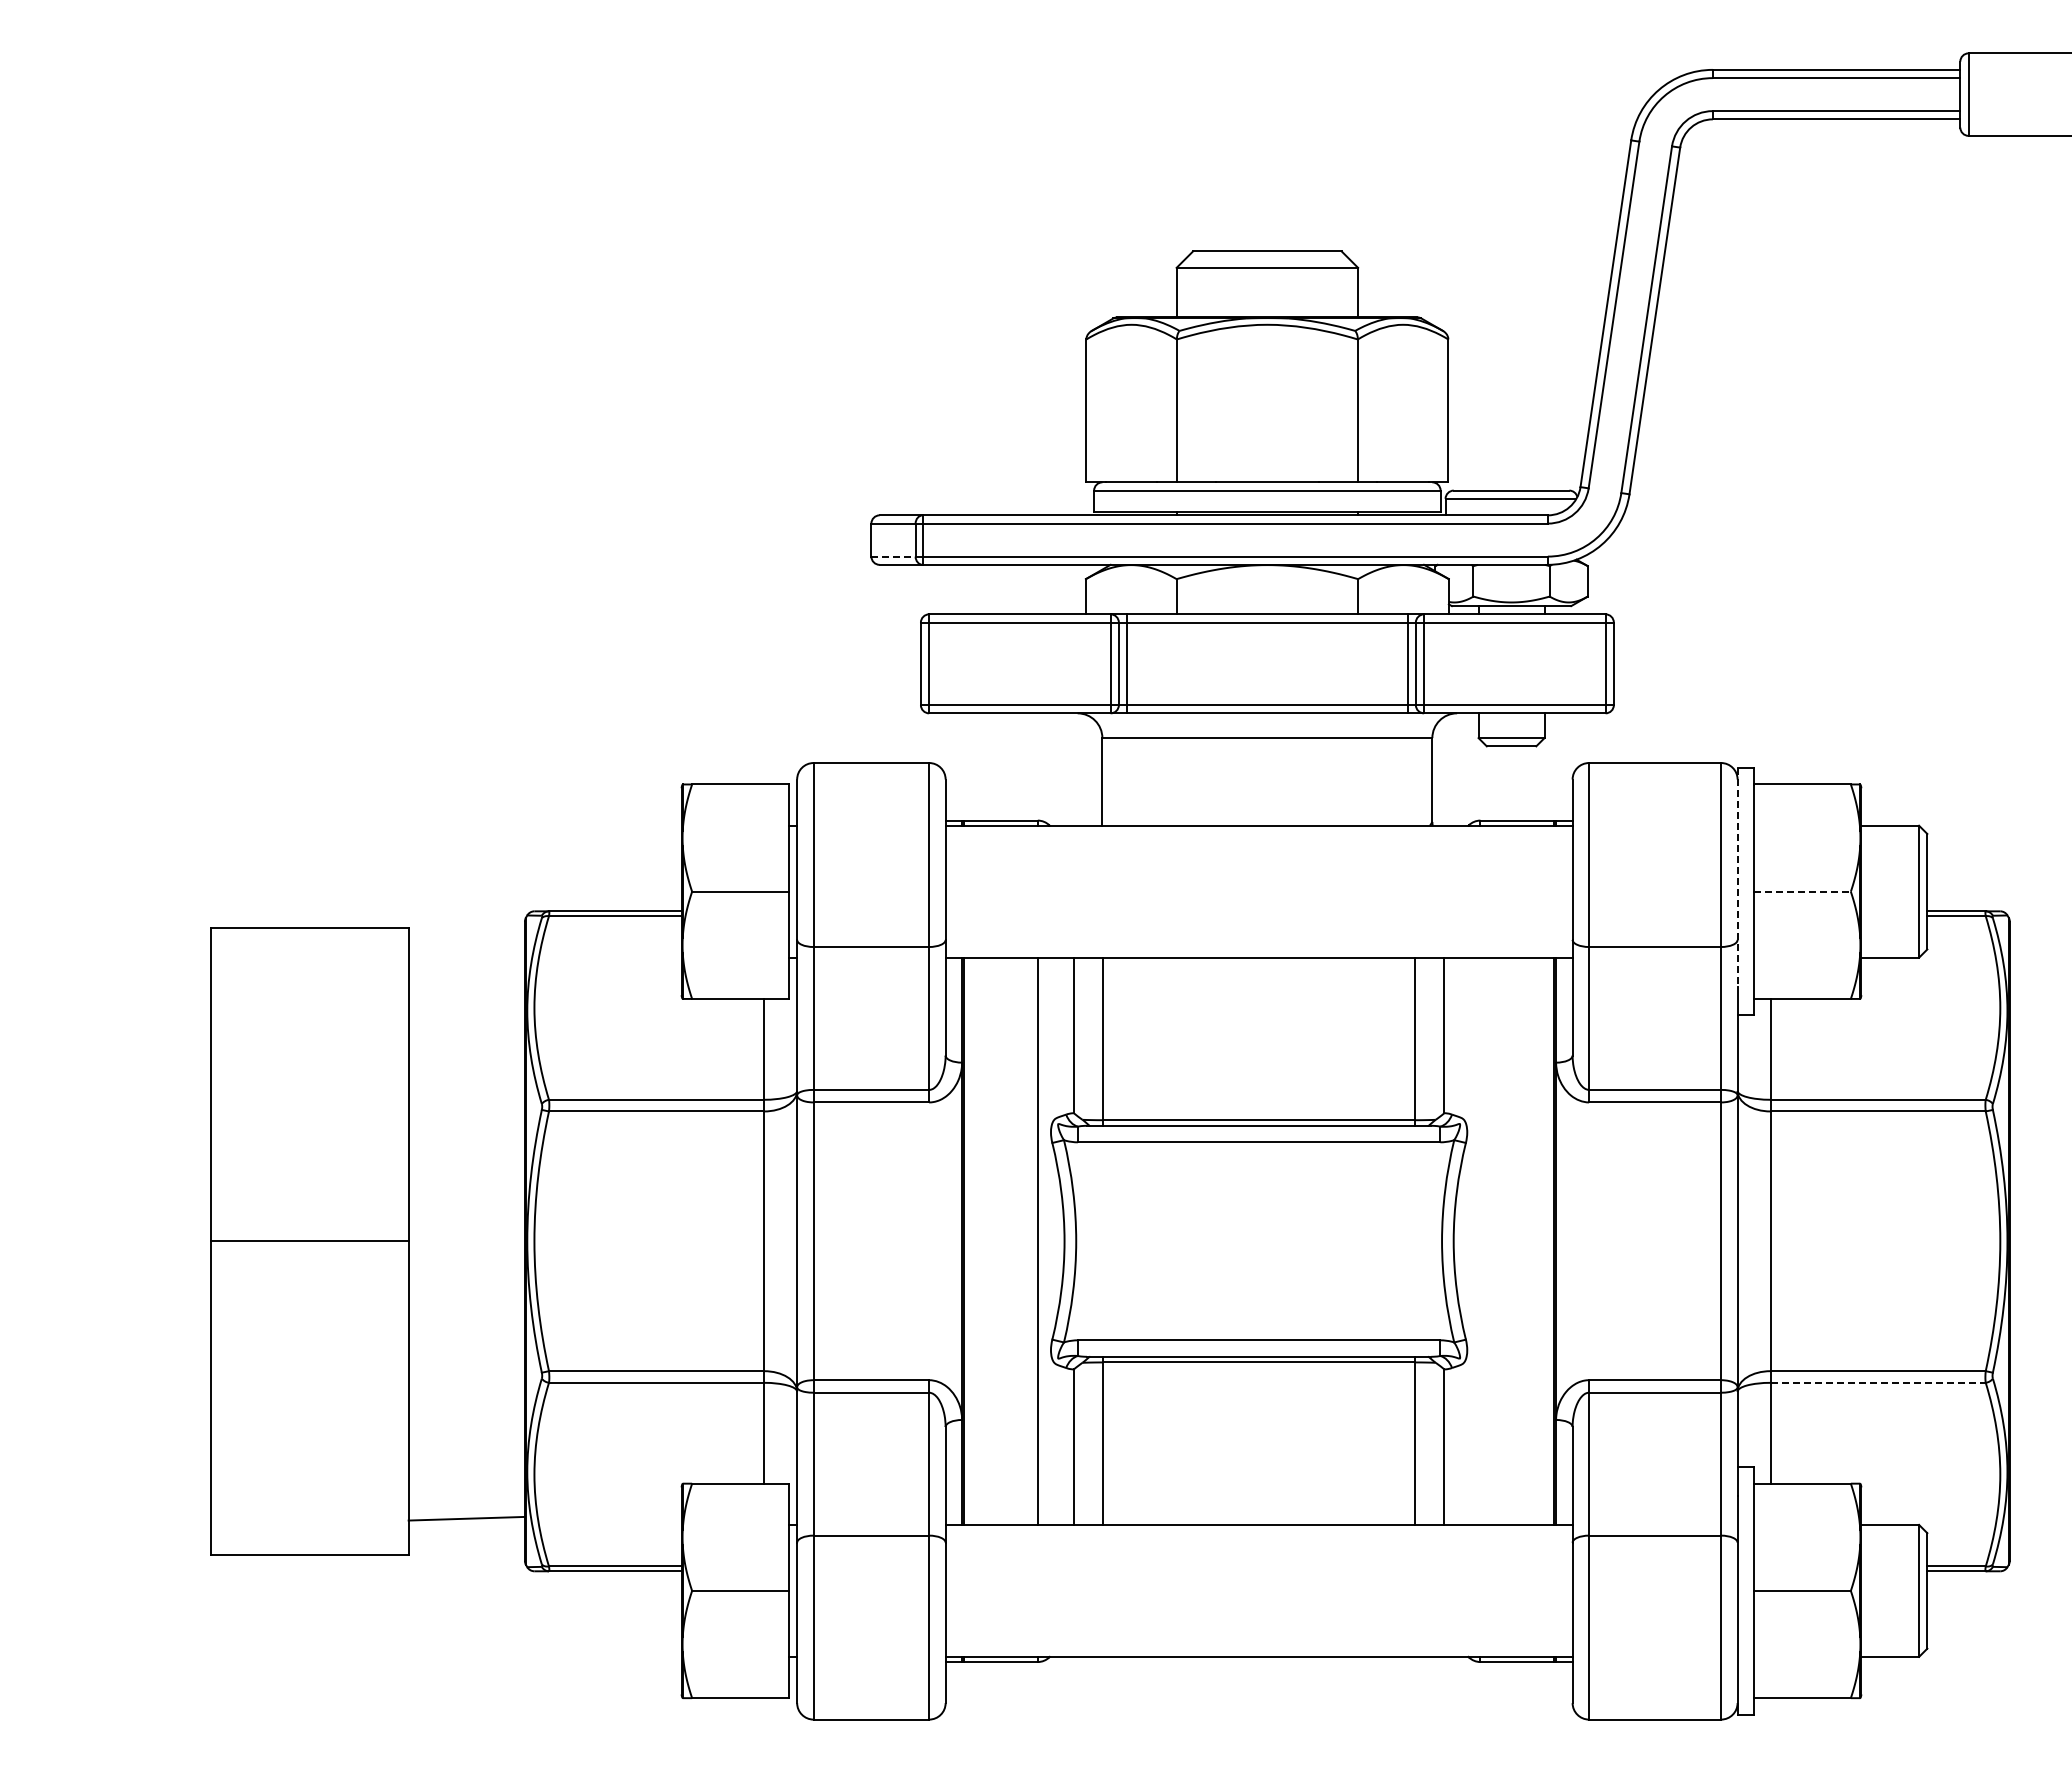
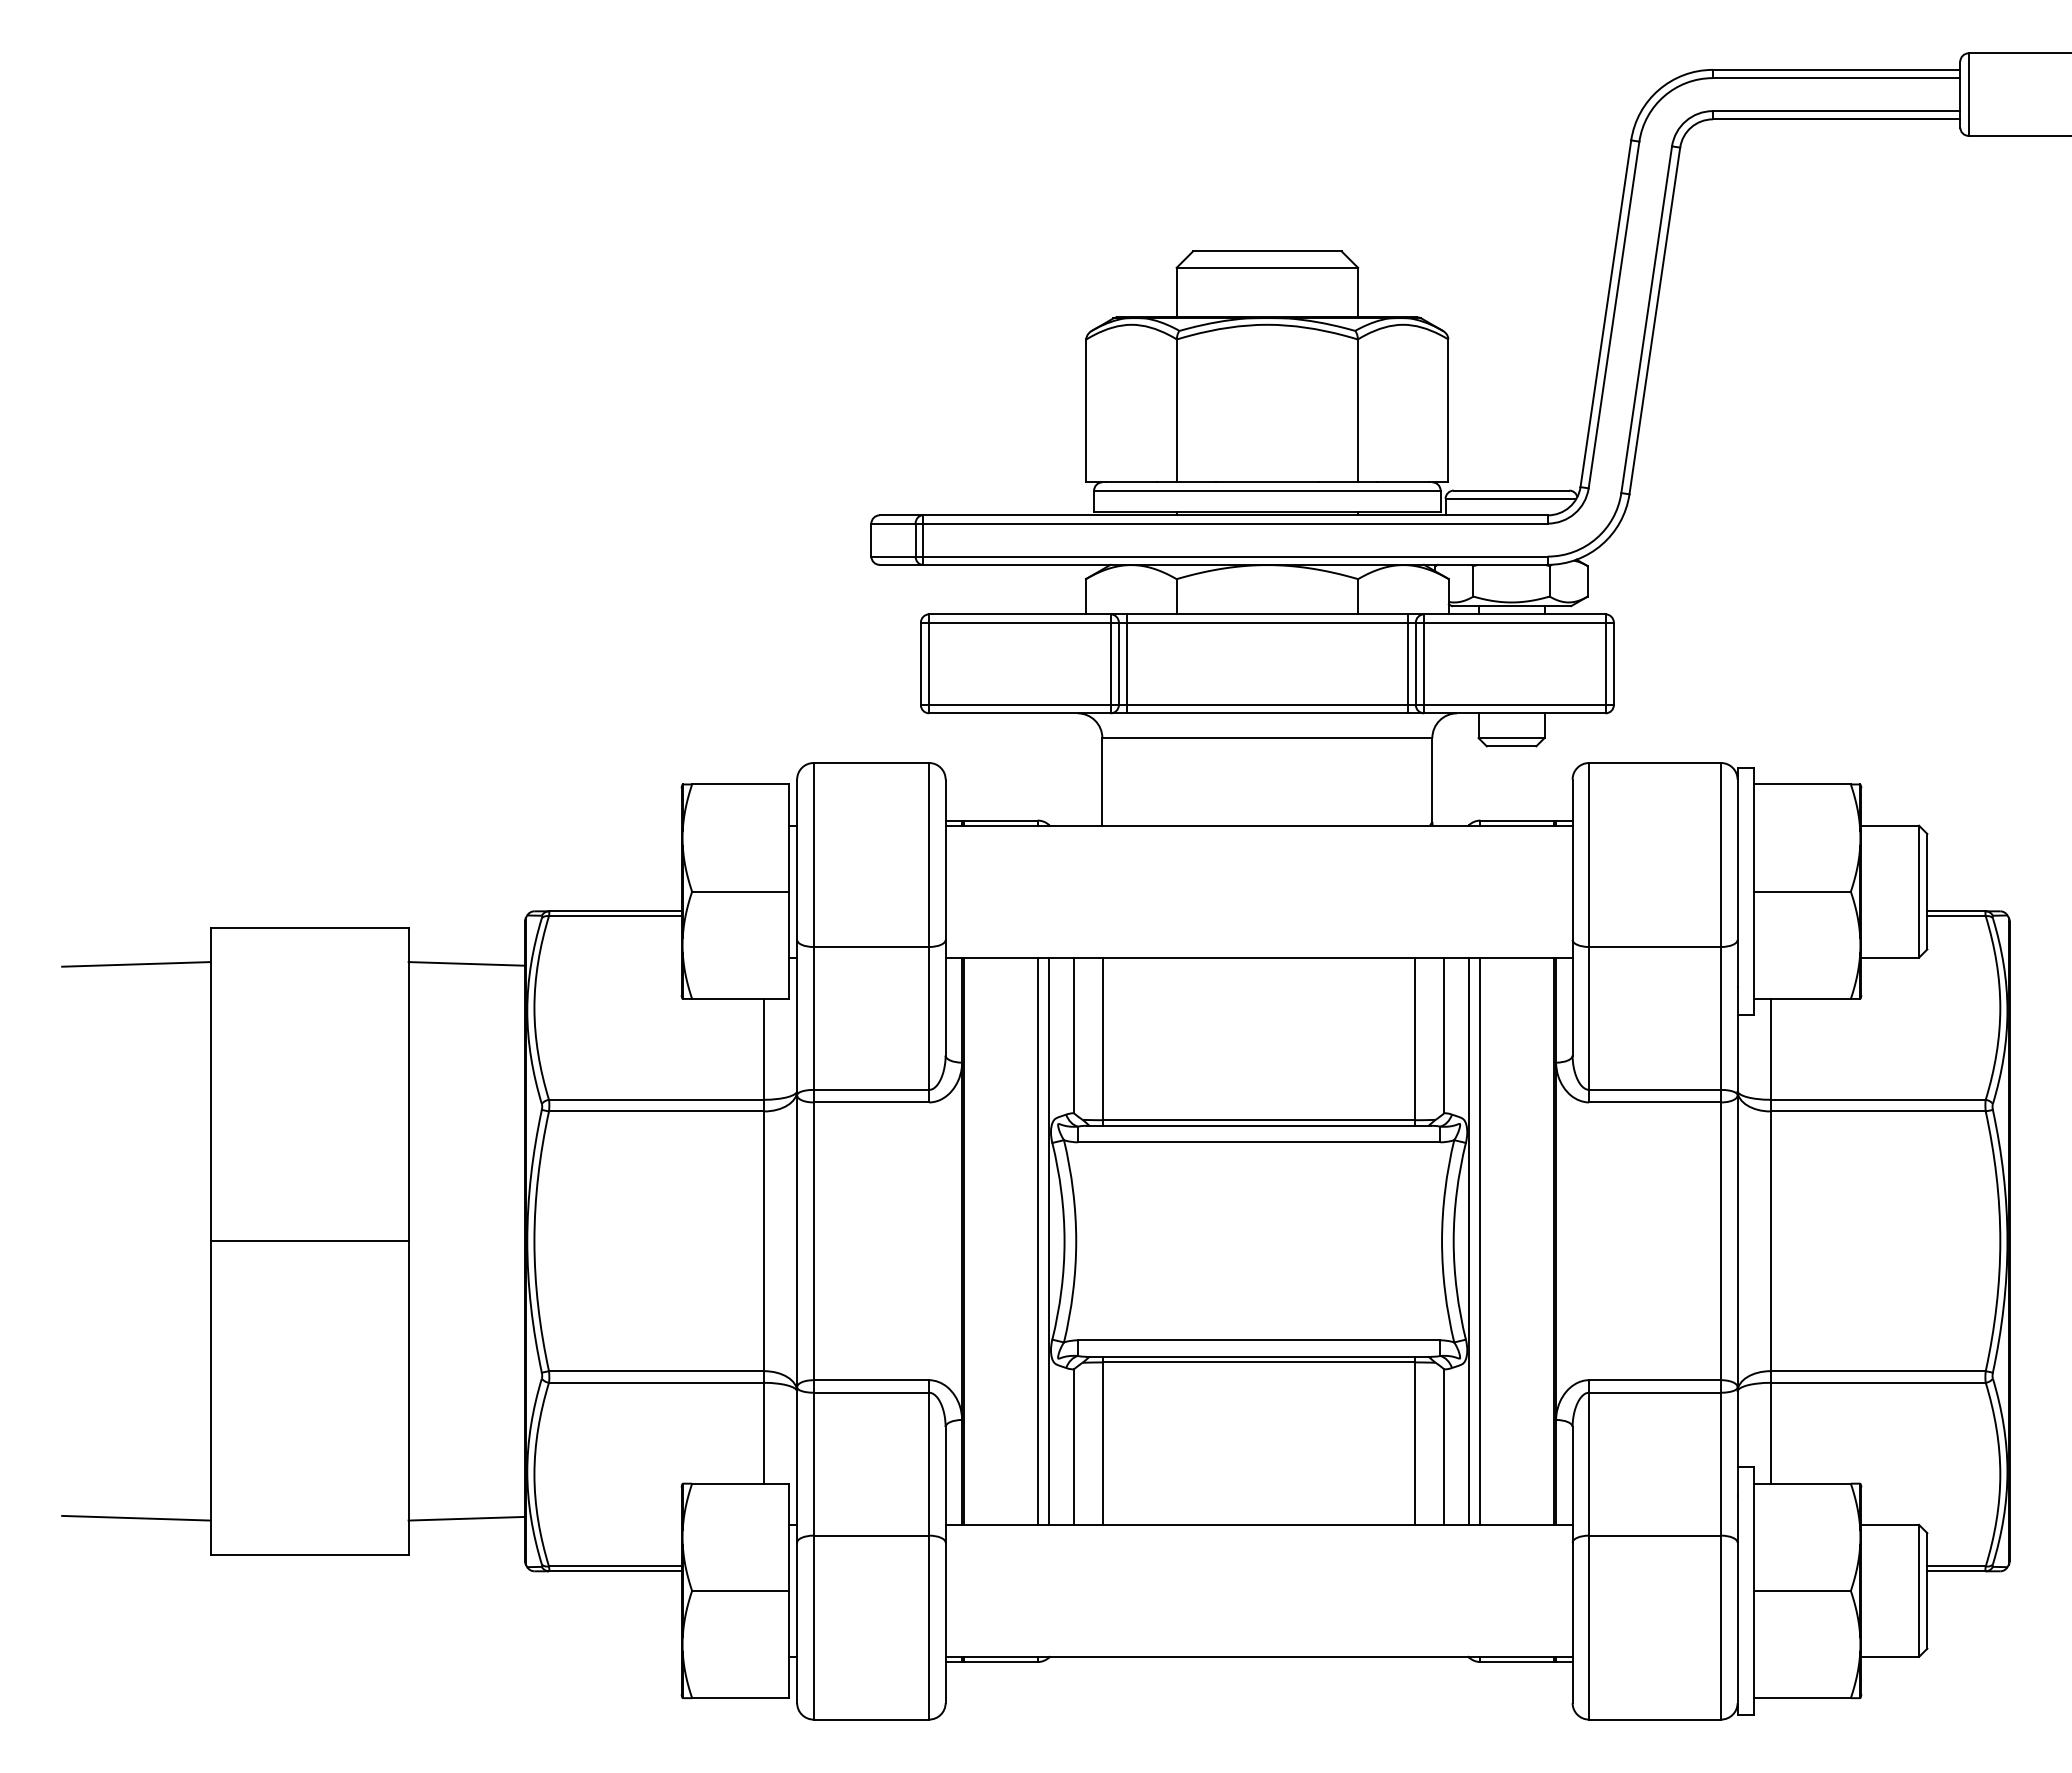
line at (894, 556): dashed -> solid
line at (1737, 877): dashed -> solid
line at (1802, 891): dashed -> solid
line at (466, 963): none -> present
line at (136, 964): none -> present
line at (1049, 1240): none -> present
line at (1468, 1240): none -> present
line at (1480, 1240): none -> present
line at (1878, 1382): dashed -> solid
line at (136, 1517): none -> present
